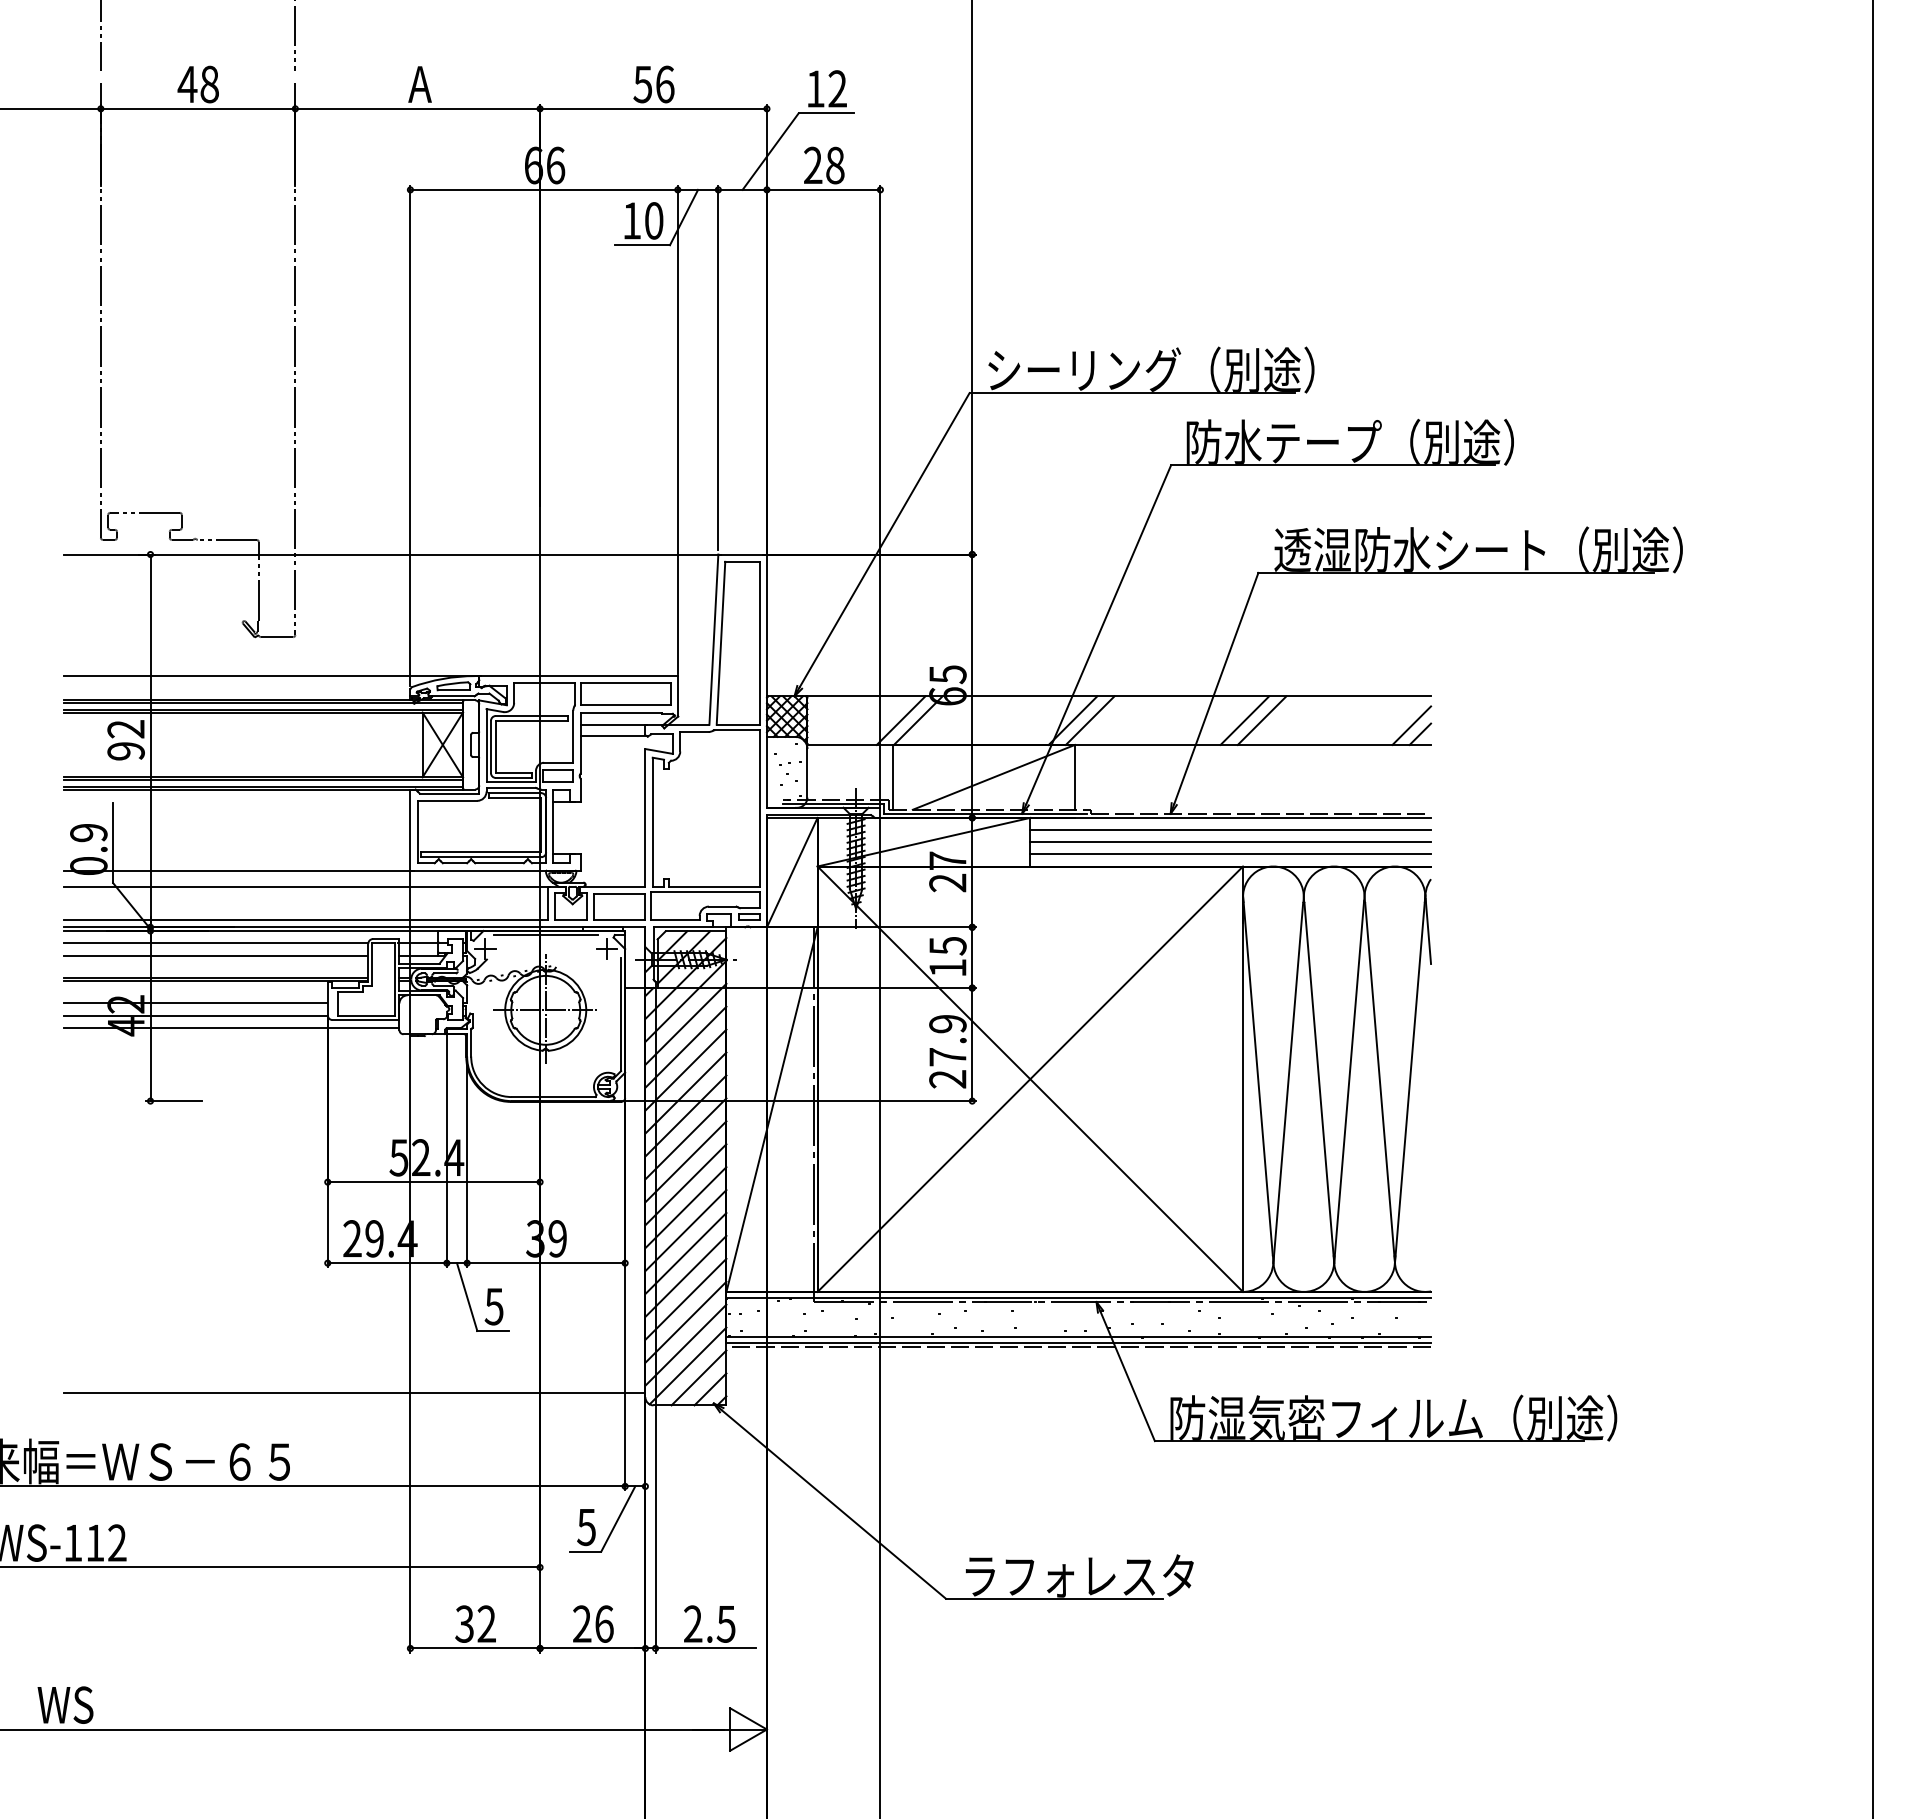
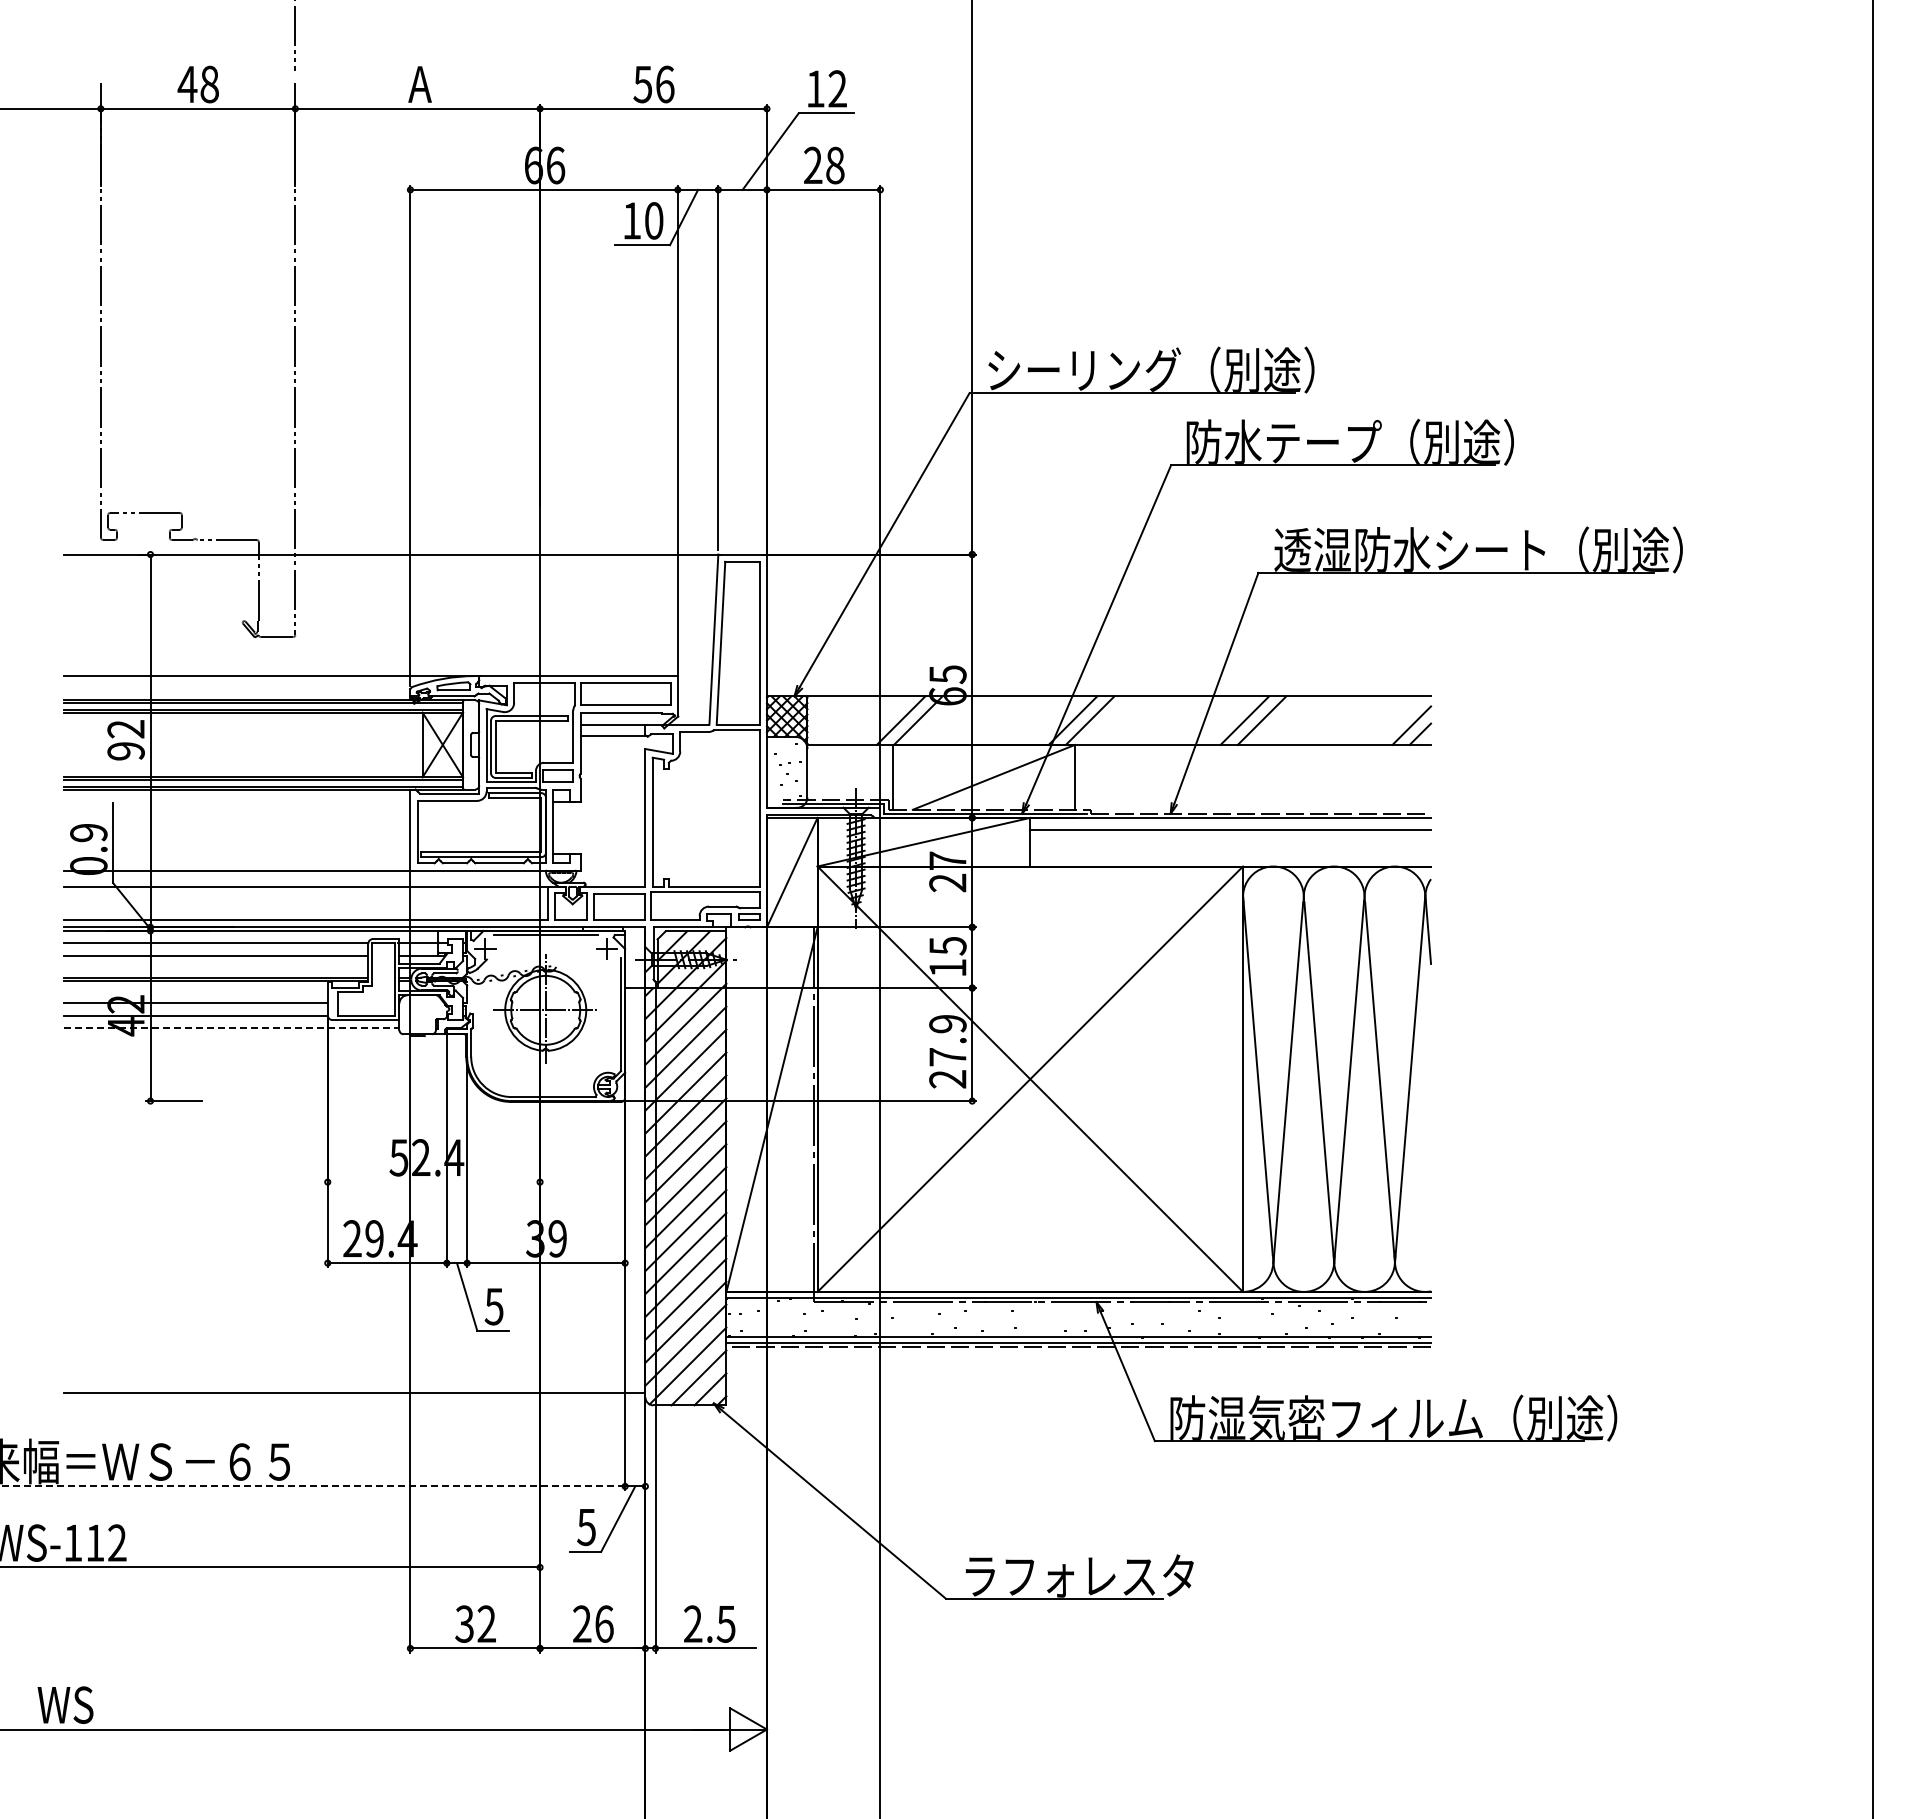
line at (100, 36): present -> none
line at (1230, 842): present -> none
line at (1230, 854): present -> none
line at (231, 1028): solid -> dashed
line at (433, 1182): present -> none
line at (312, 1486): solid -> dashed
